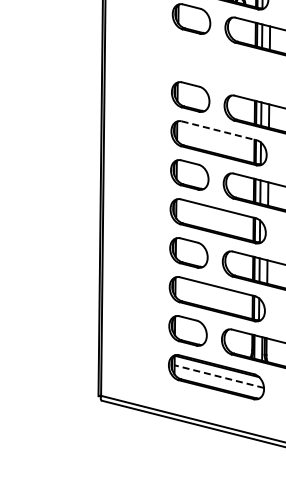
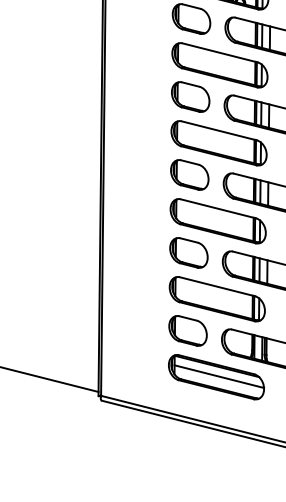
part at (219, 65): none -> present
line at (219, 130): dashed -> solid
line at (218, 376): dashed -> solid
line at (50, 379): none -> present
